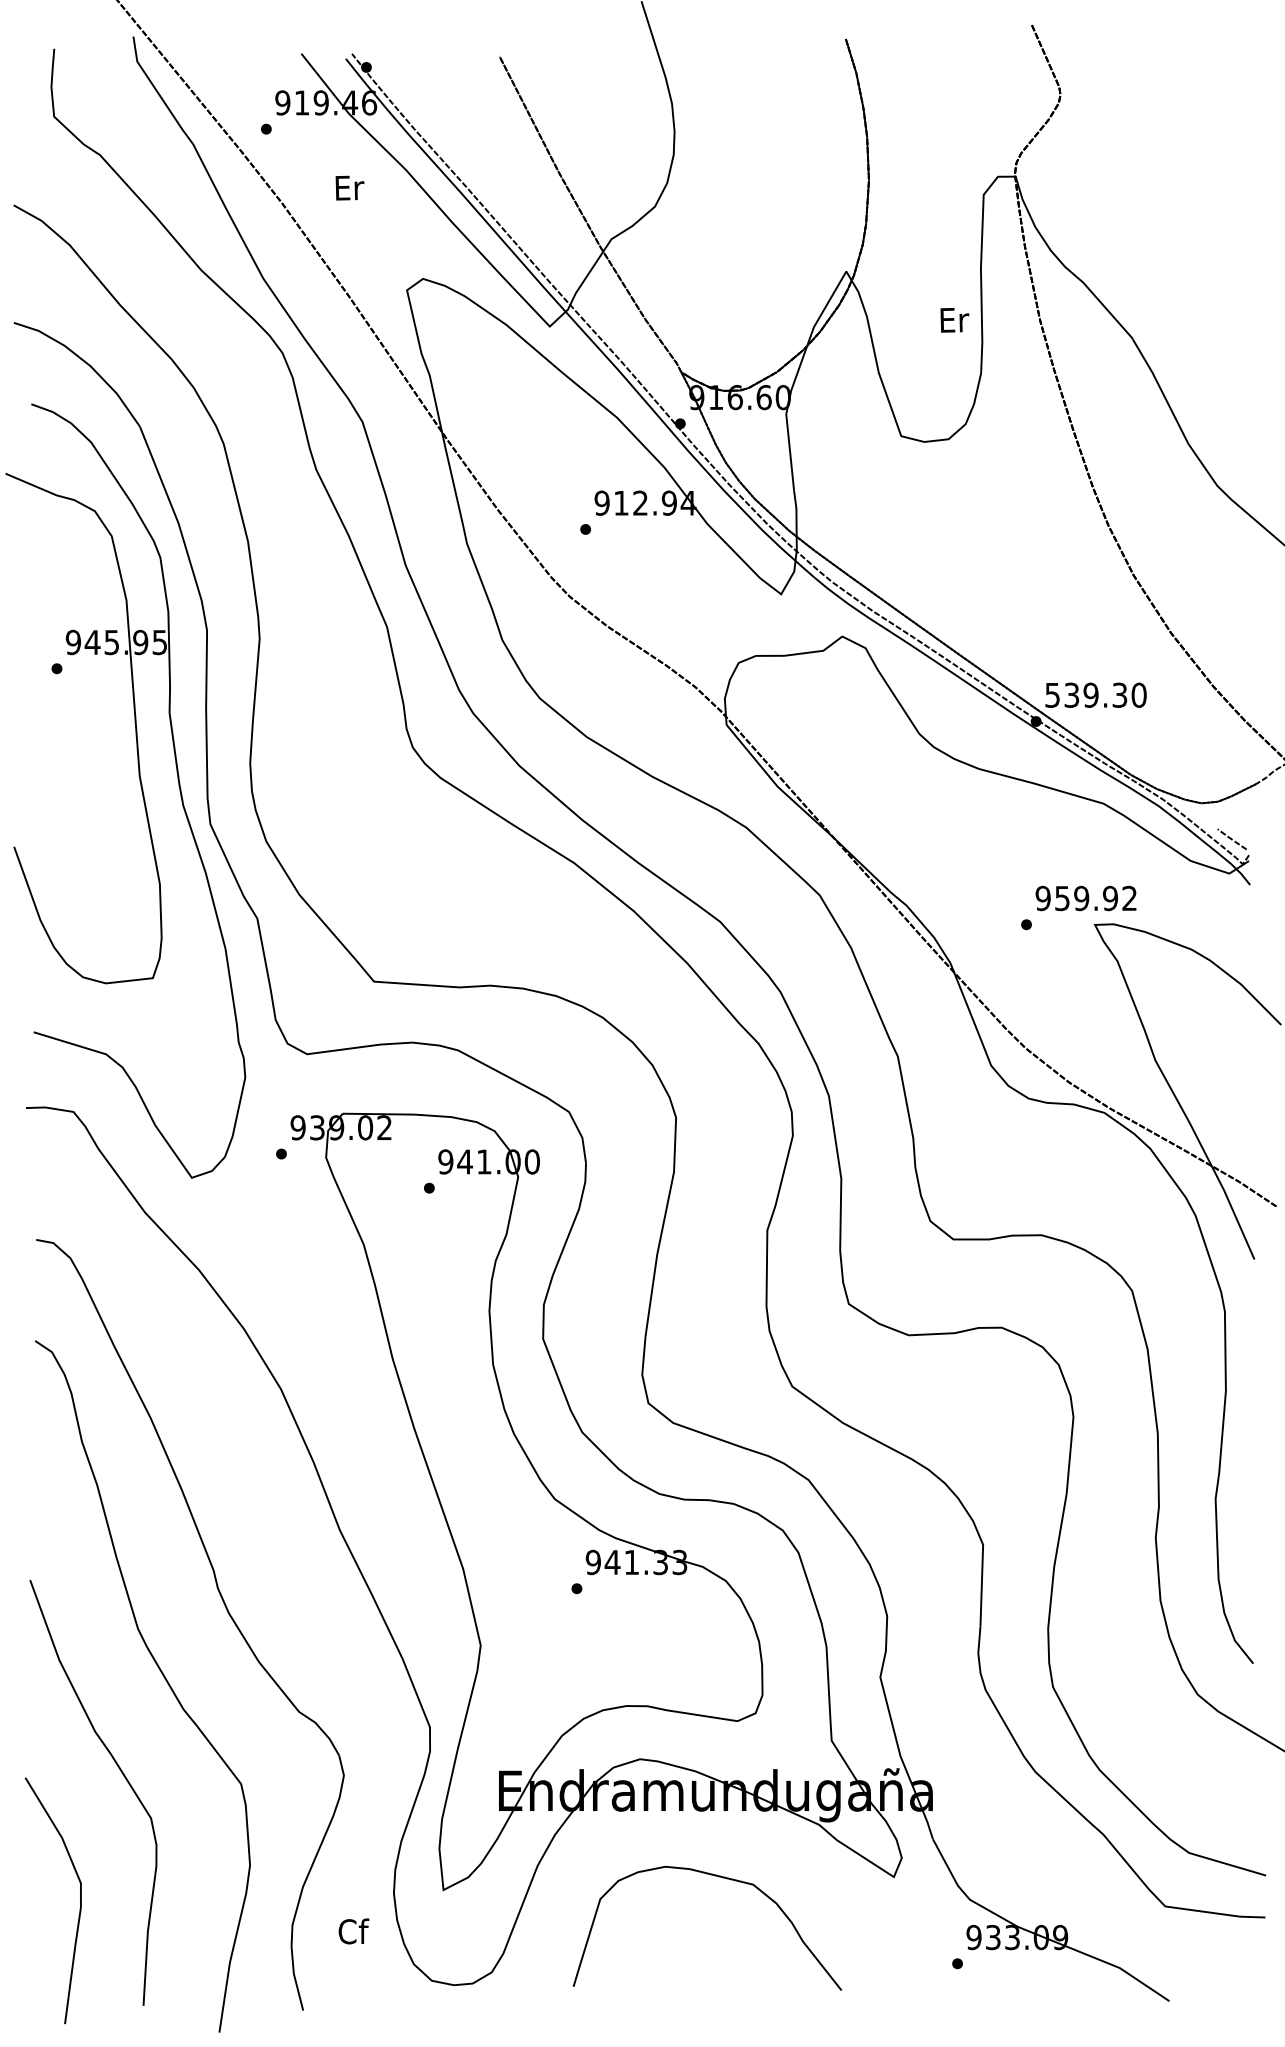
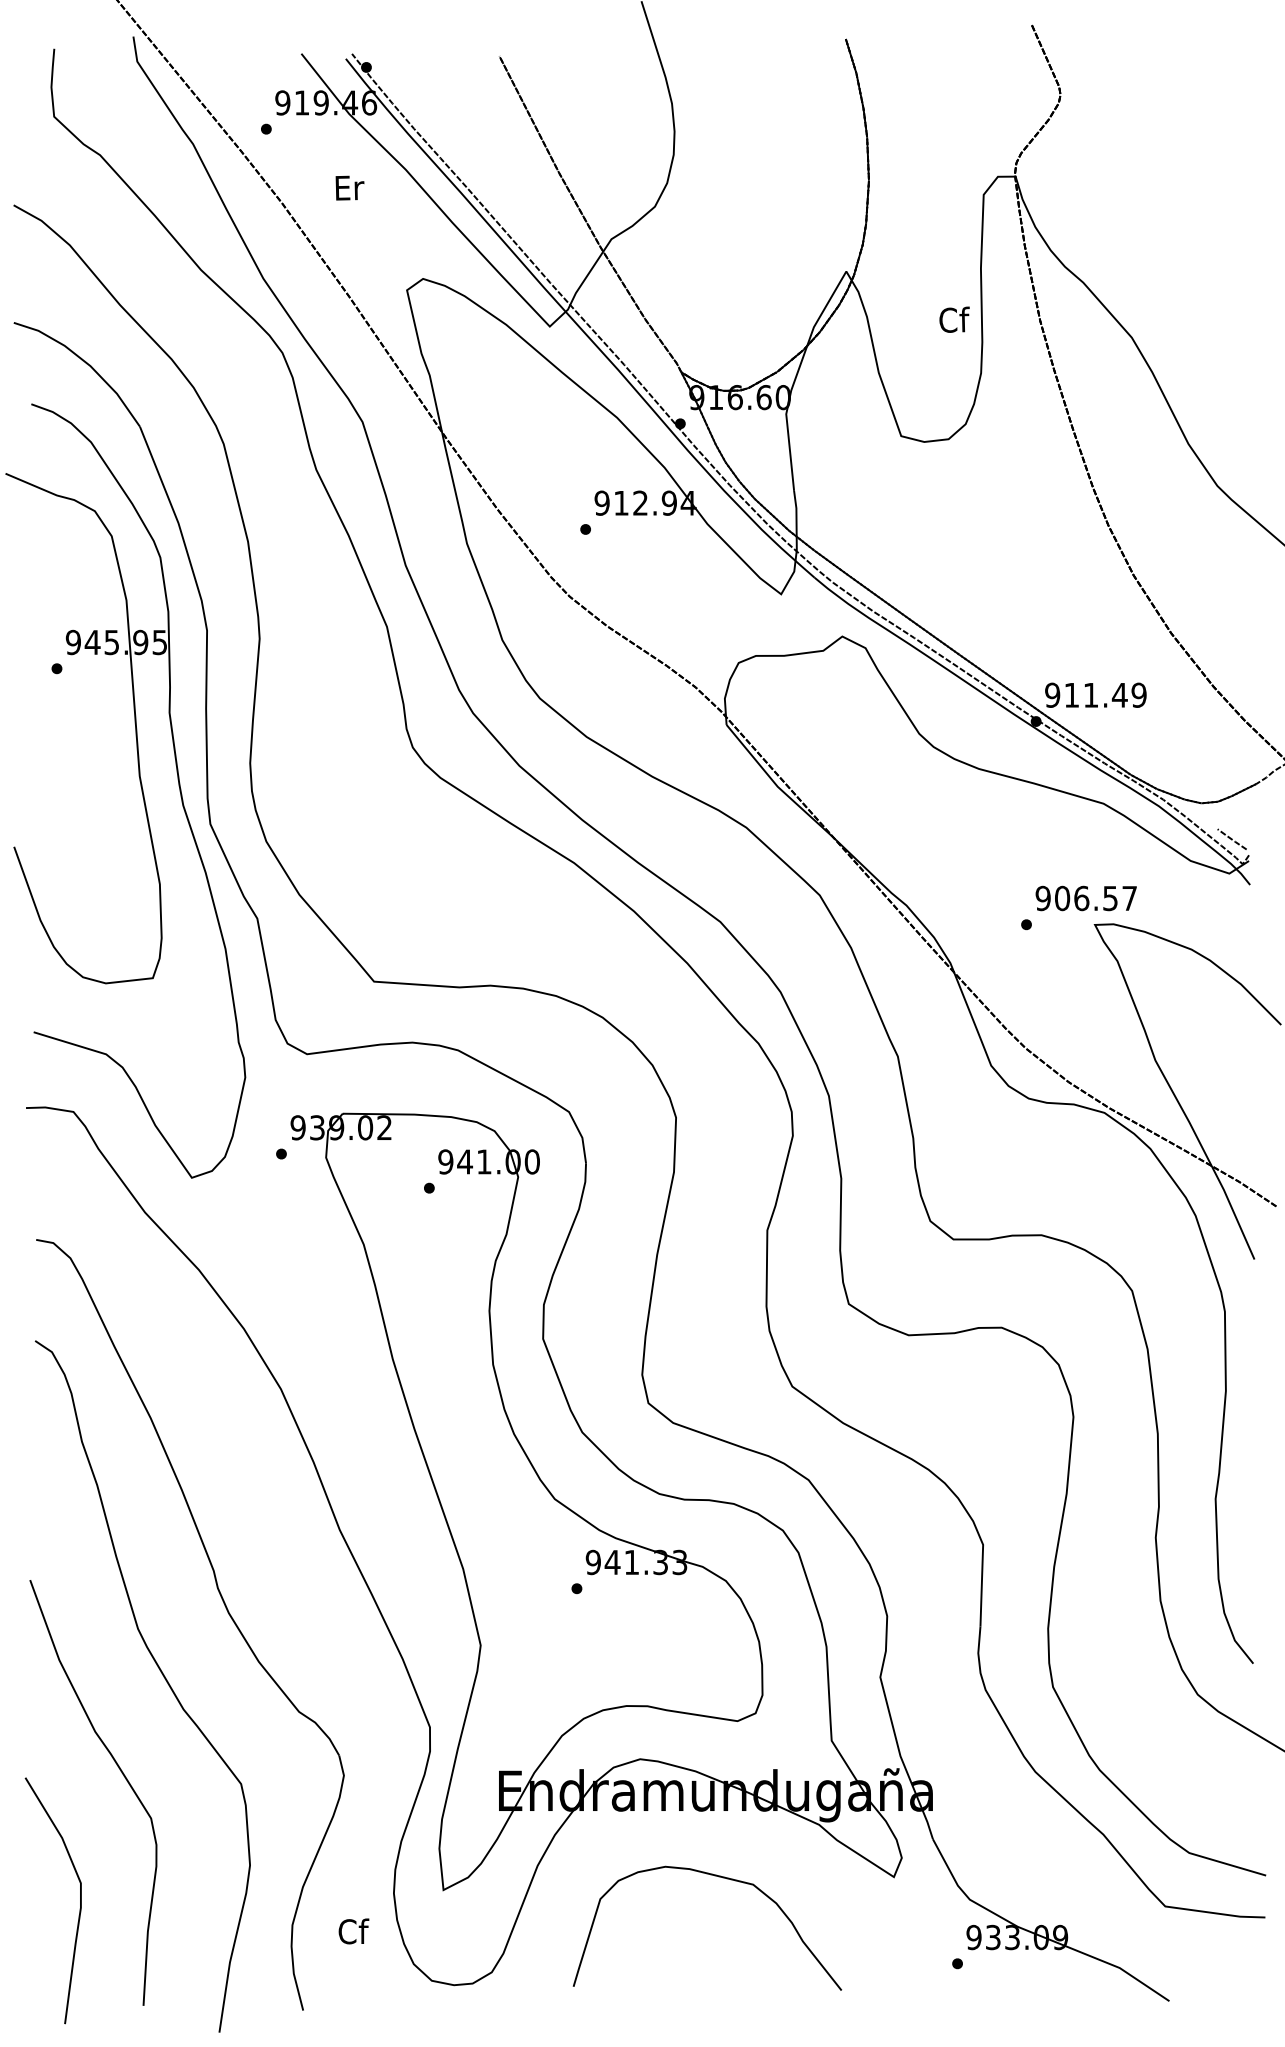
text at (954, 319): Er -> Cf
text at (1095, 694): 539.30 -> 911.49
text at (1095, 898): 959.92 -> 906.57
